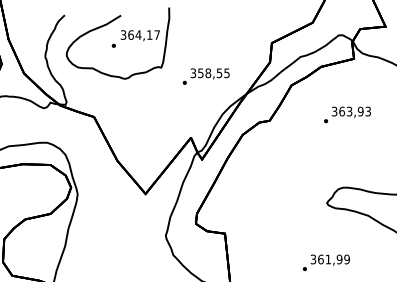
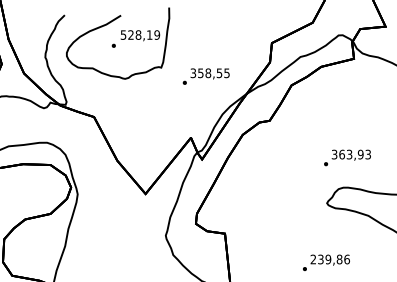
text at (140, 34): 364,17 -> 528,19
text at (347, 114) position: (347, 114) -> (347, 157)
text at (329, 259): 361,99 -> 239,86
